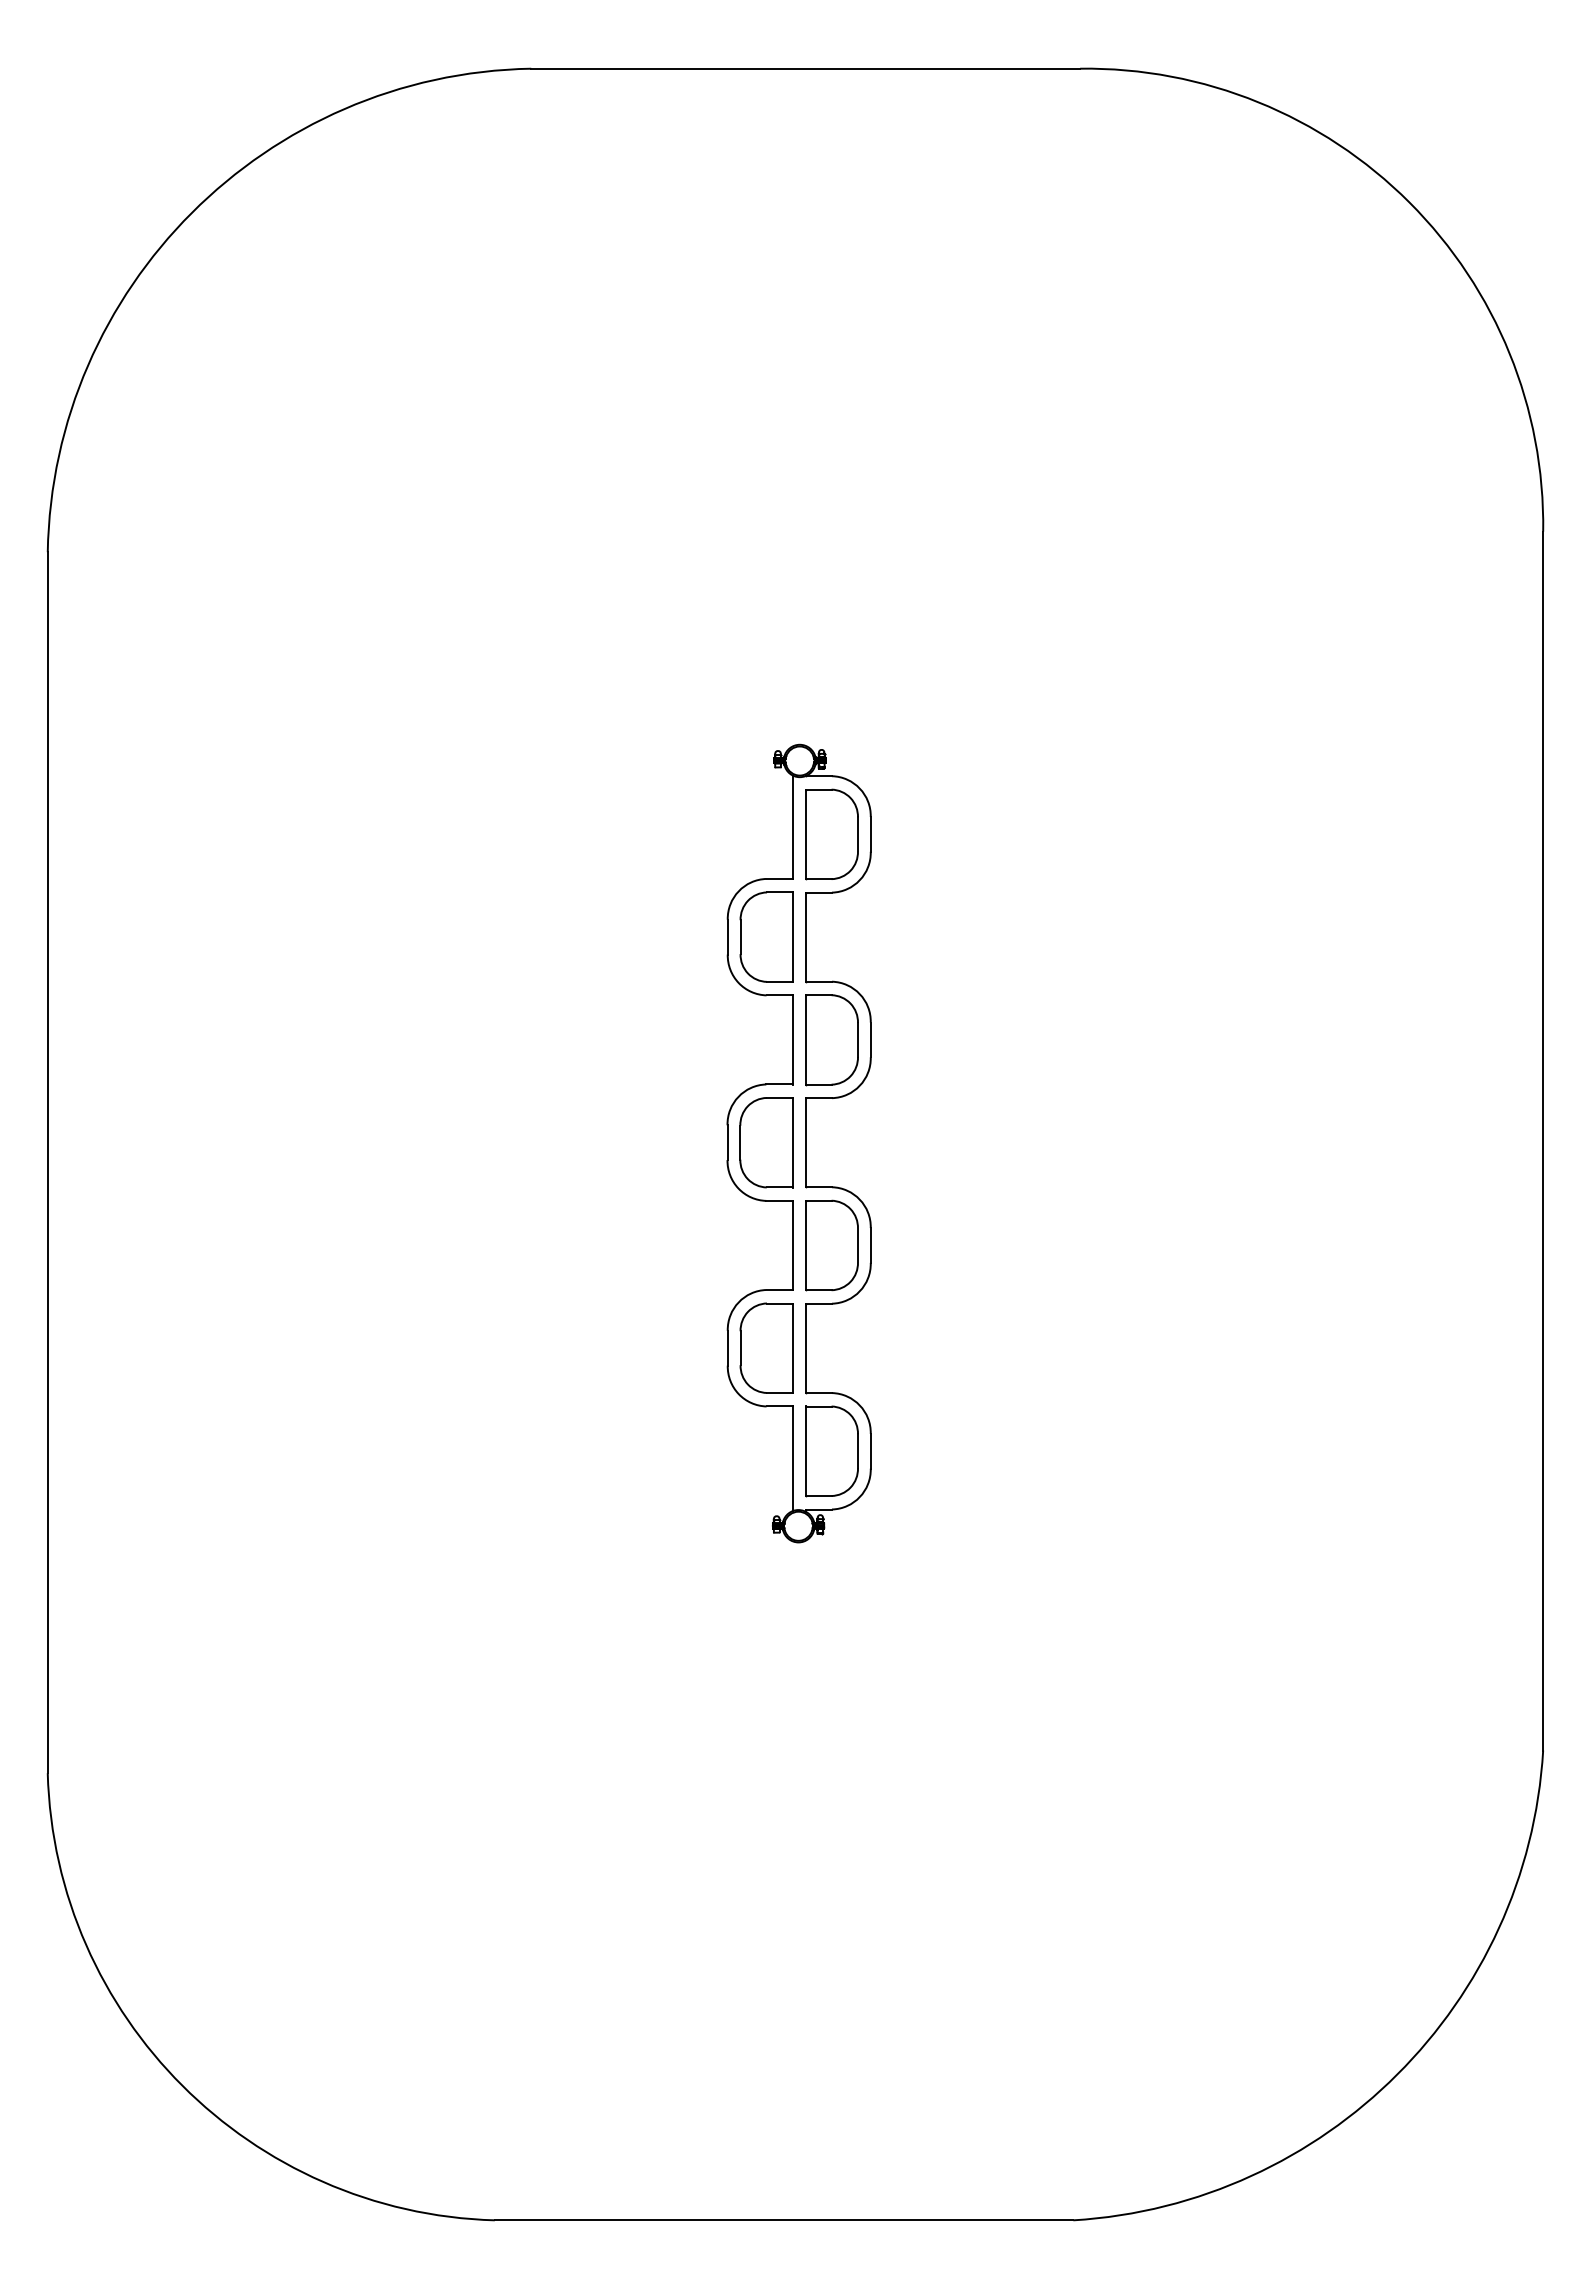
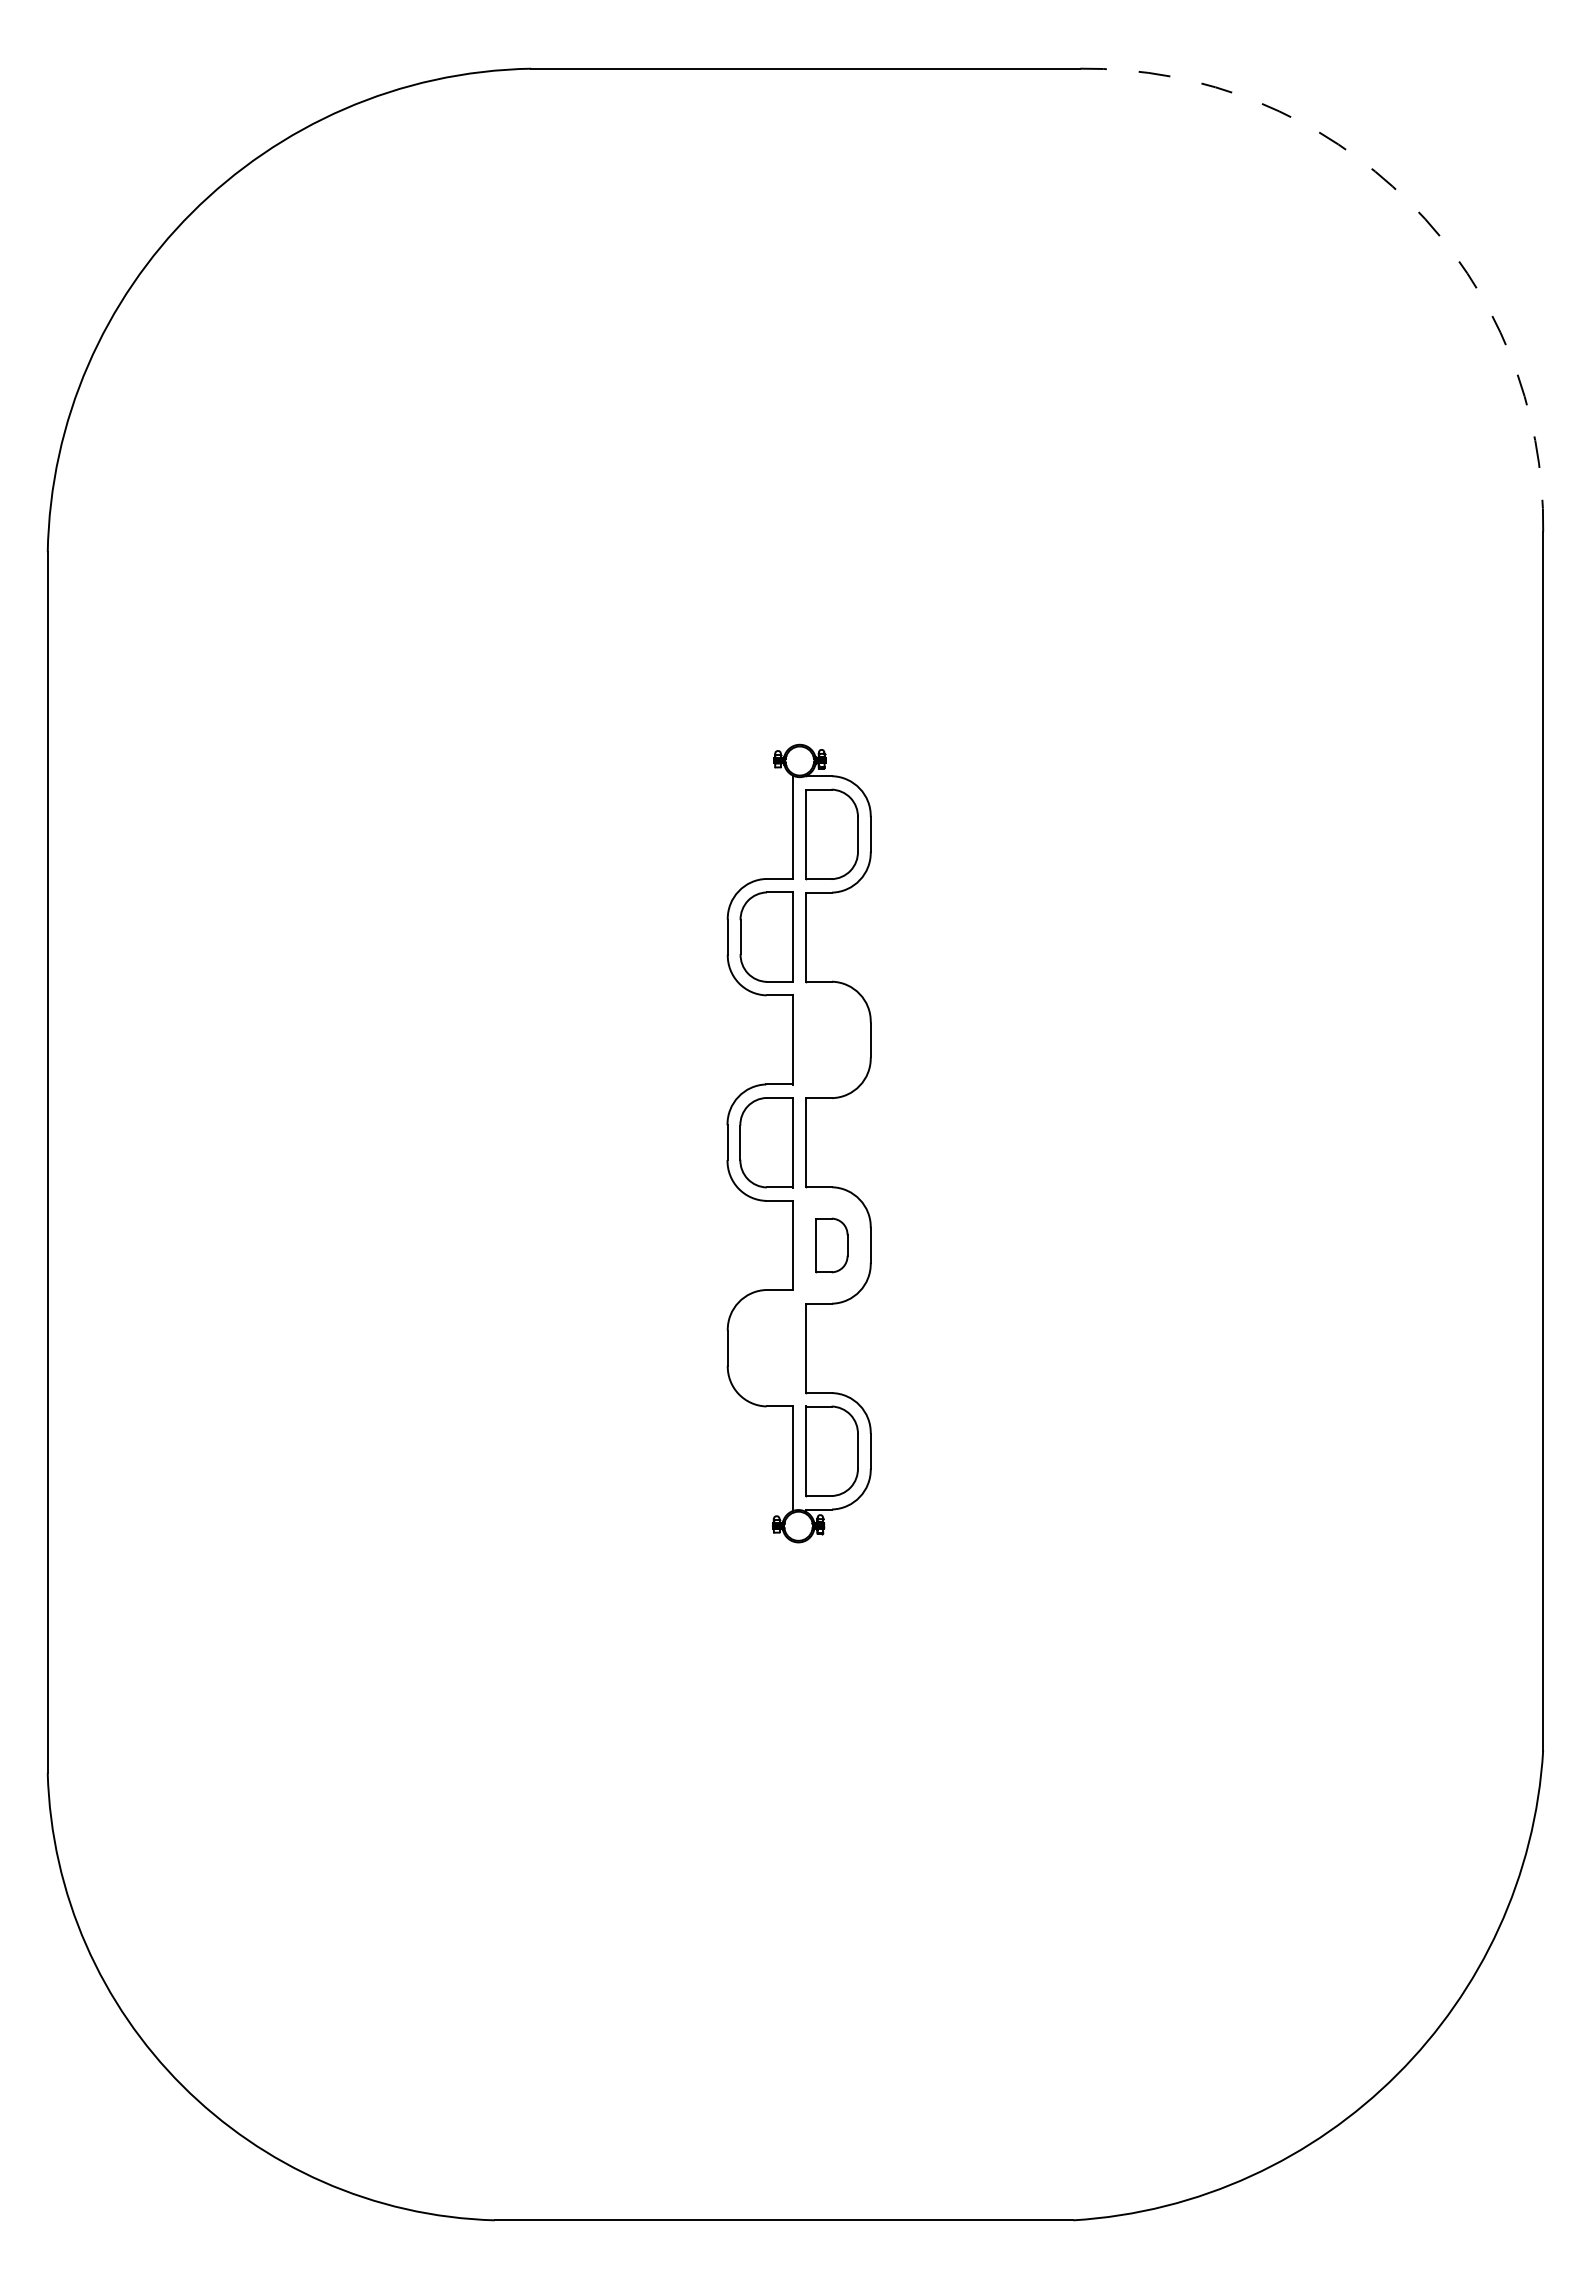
arc at (1409, 202): solid -> dashed
part at (831, 1040): present -> none
part at (831, 1245) size: 54x93 px -> 34x57 px
part at (766, 1347): present -> none
